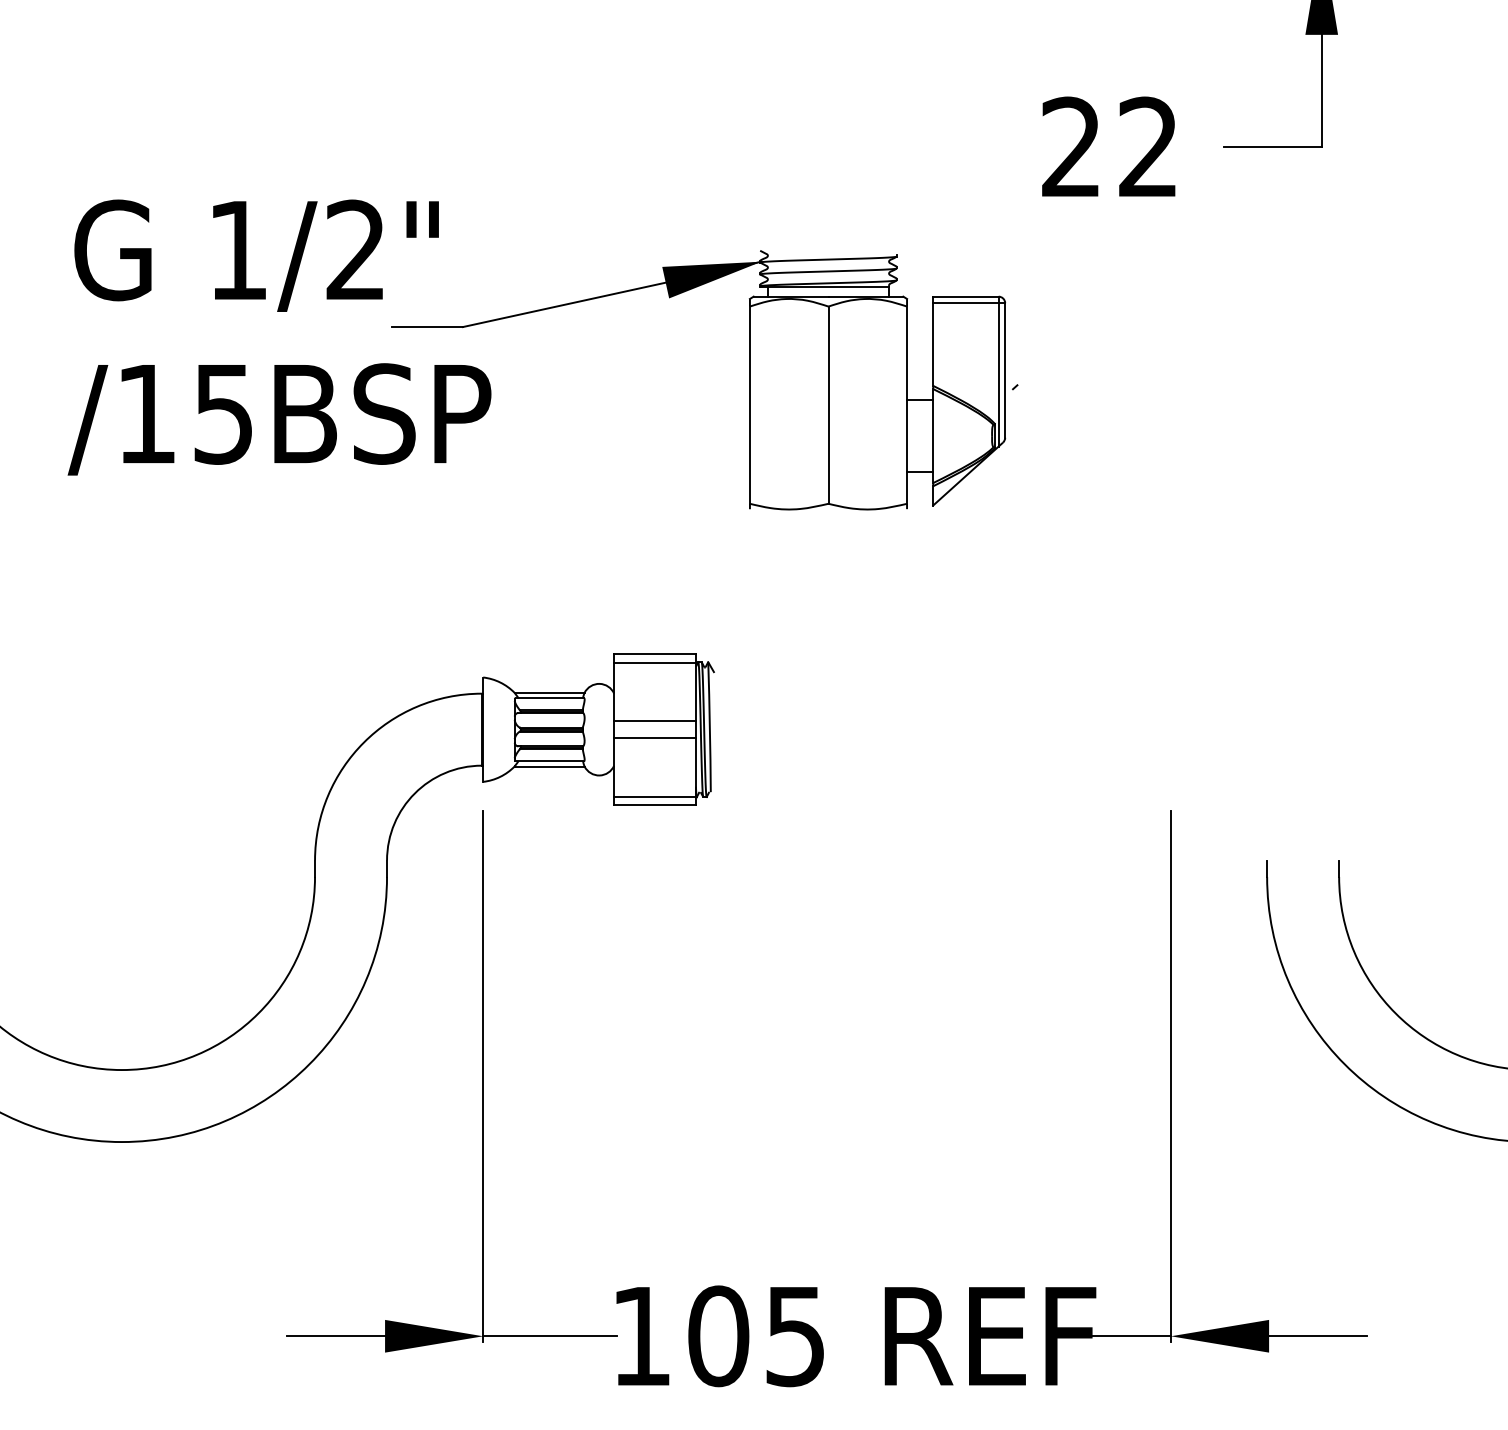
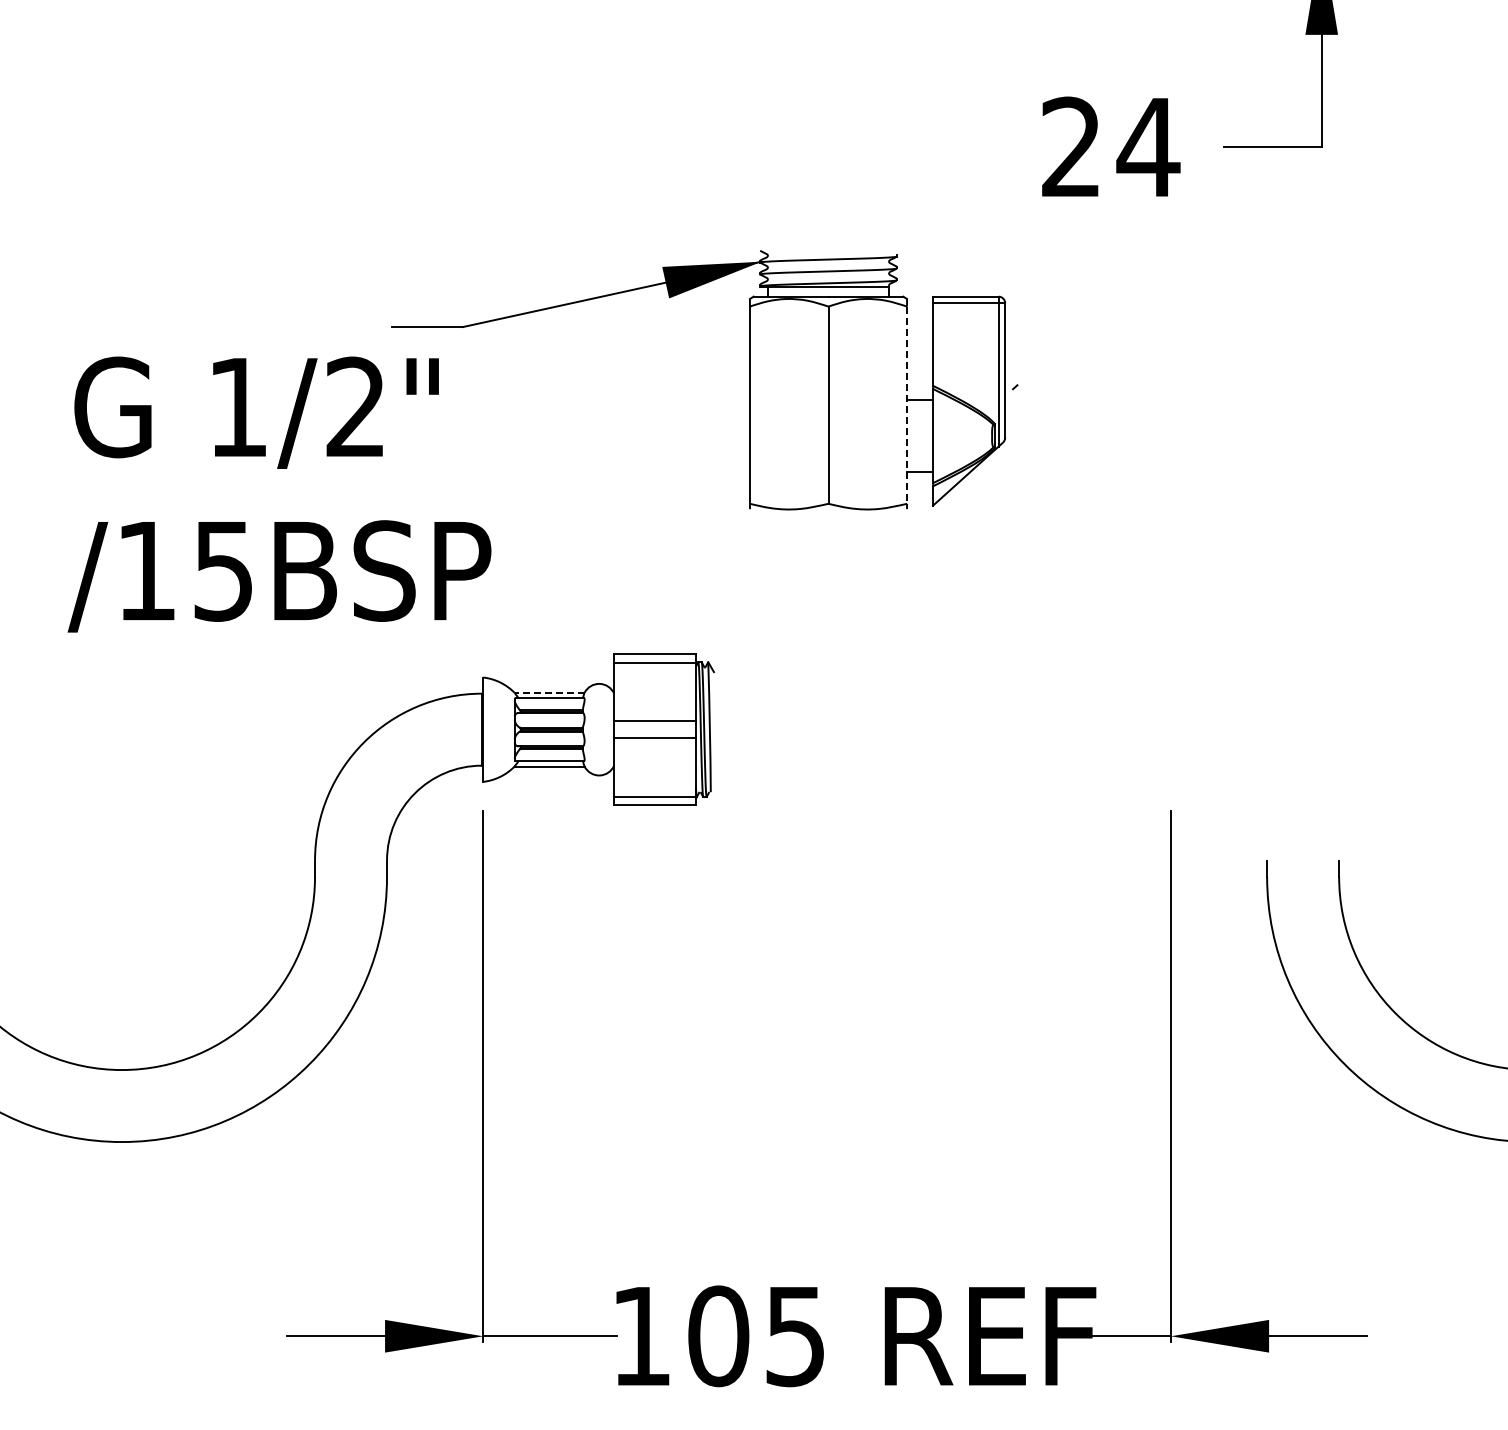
text at (1148, 146): 22 -> 24
text at (279, 337) position: (279, 337) -> (279, 494)
line at (907, 405): solid -> dashed
line at (549, 692): solid -> dashed
